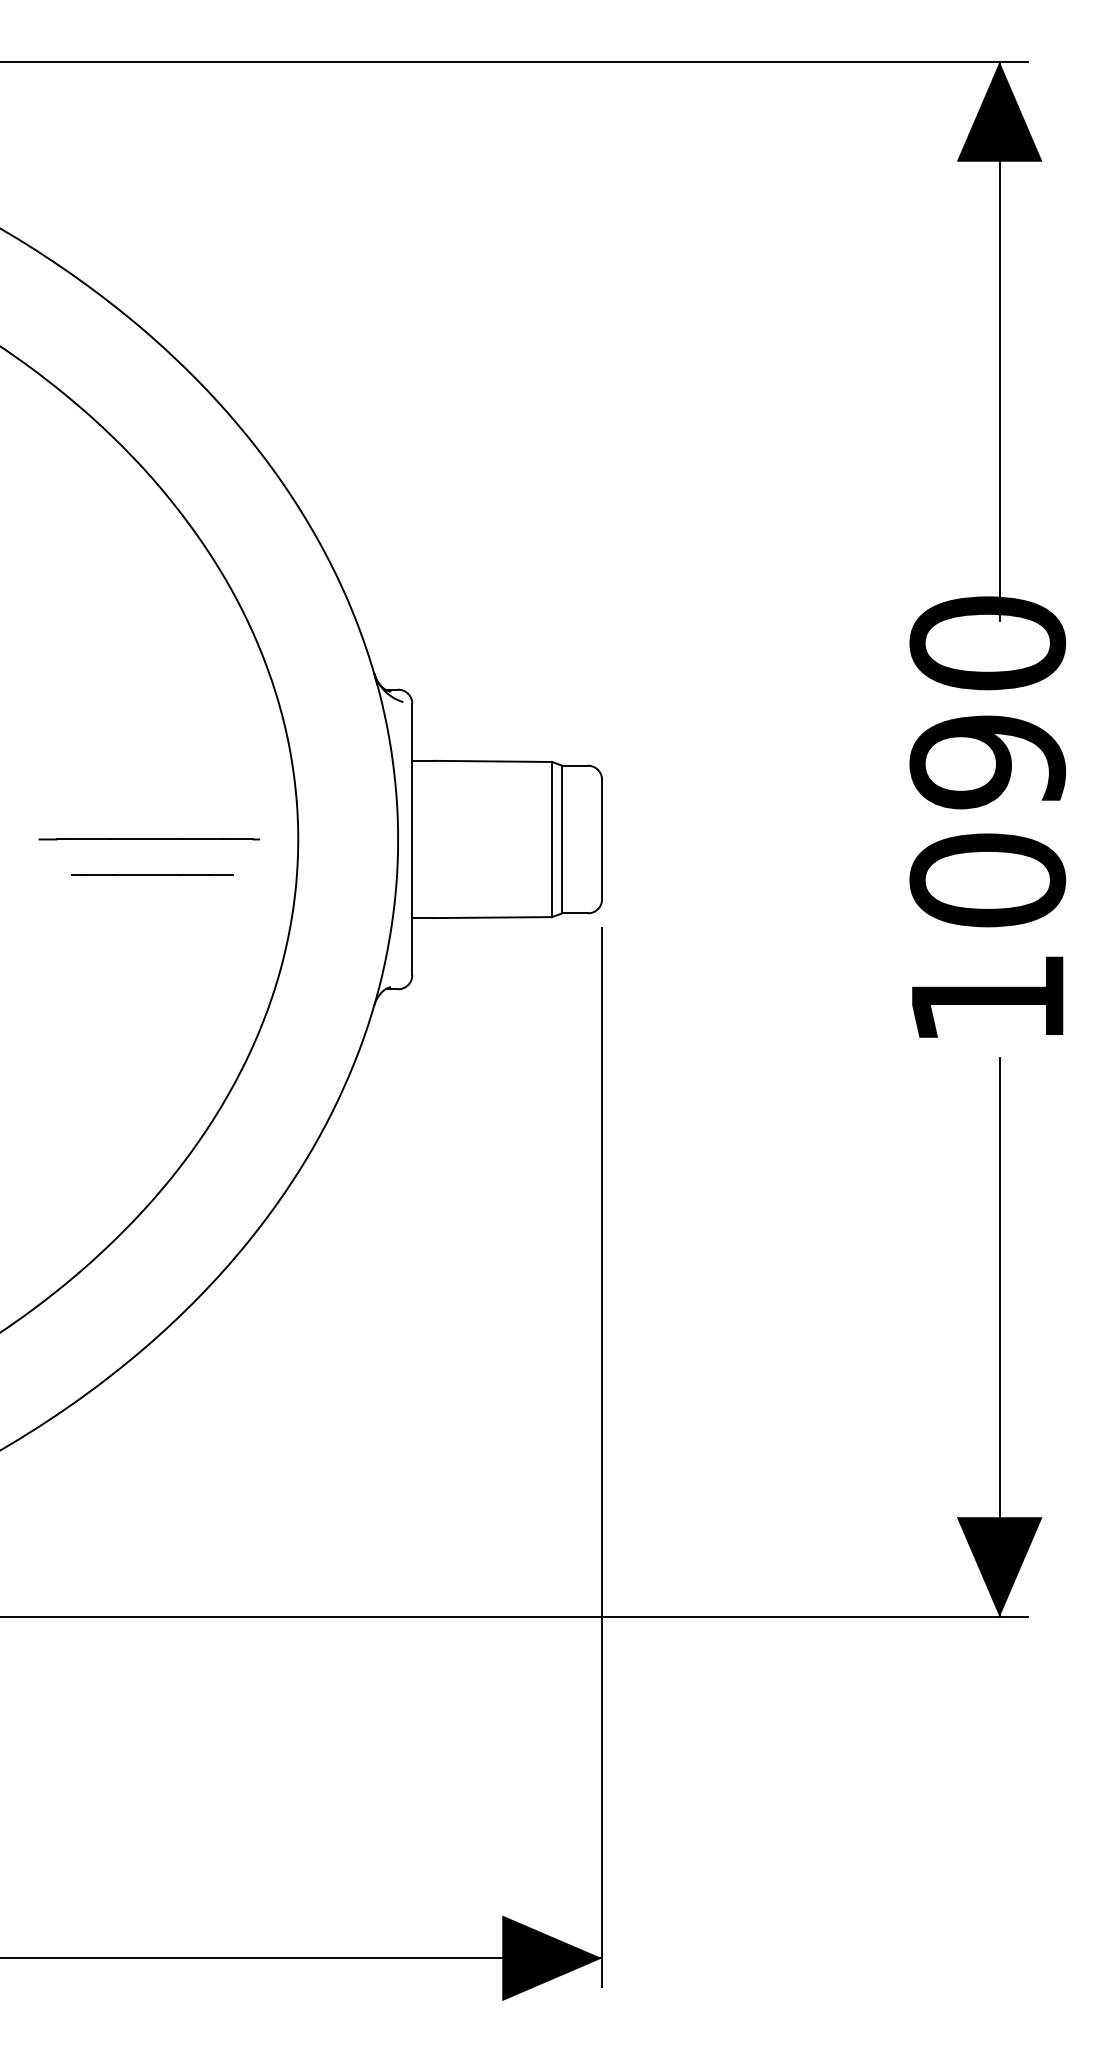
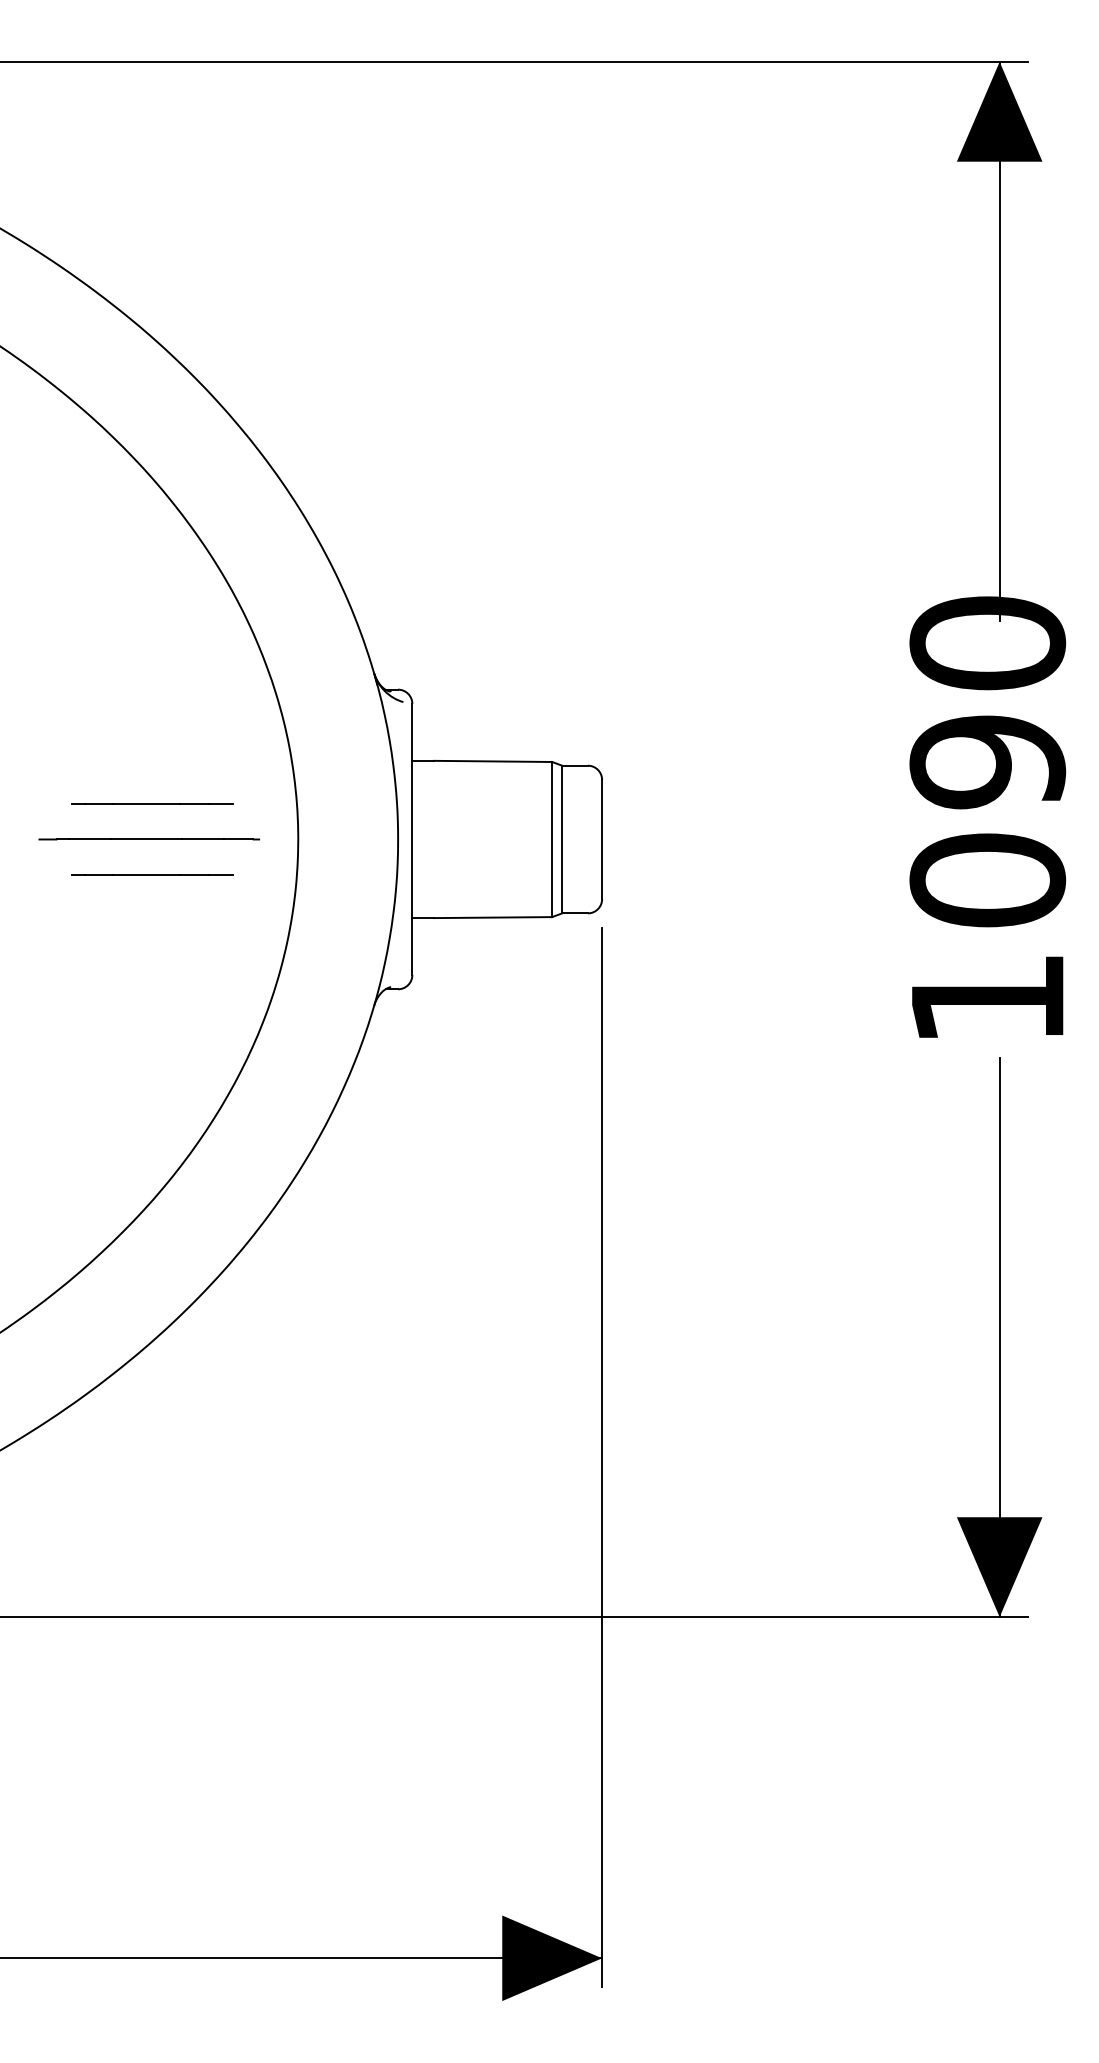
line at (152, 803): none -> present
